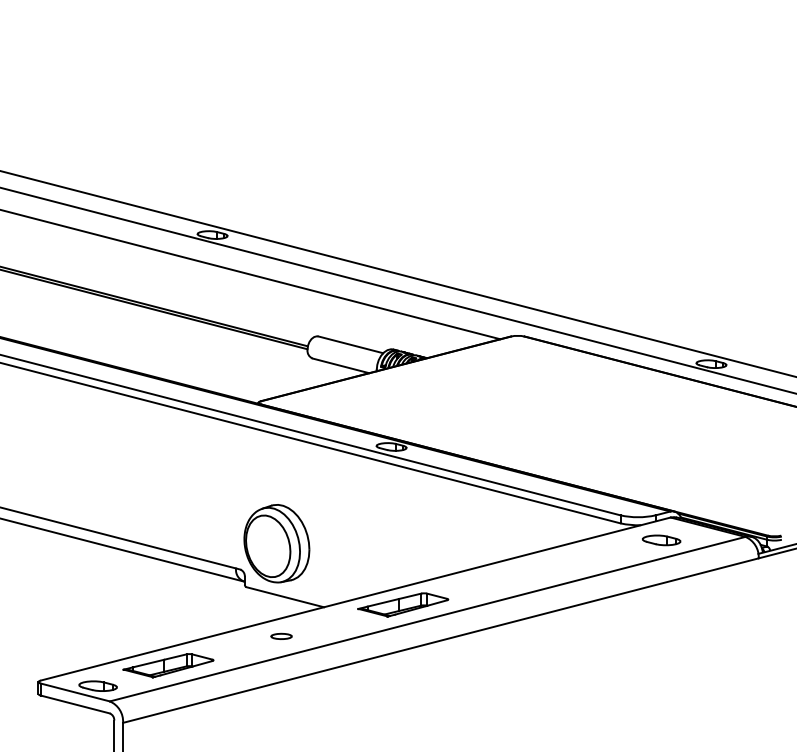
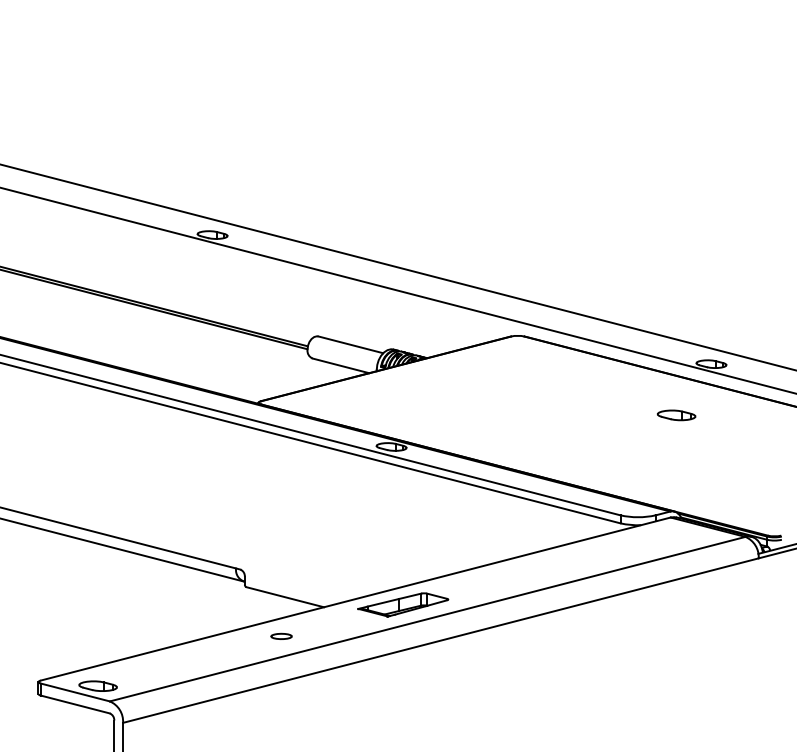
line at (397, 273) position: (397, 273) -> (397, 267)
line at (251, 274): present -> none
part at (661, 540) position: (661, 540) -> (676, 415)
part at (276, 543): present -> none
part at (168, 665): present -> none
